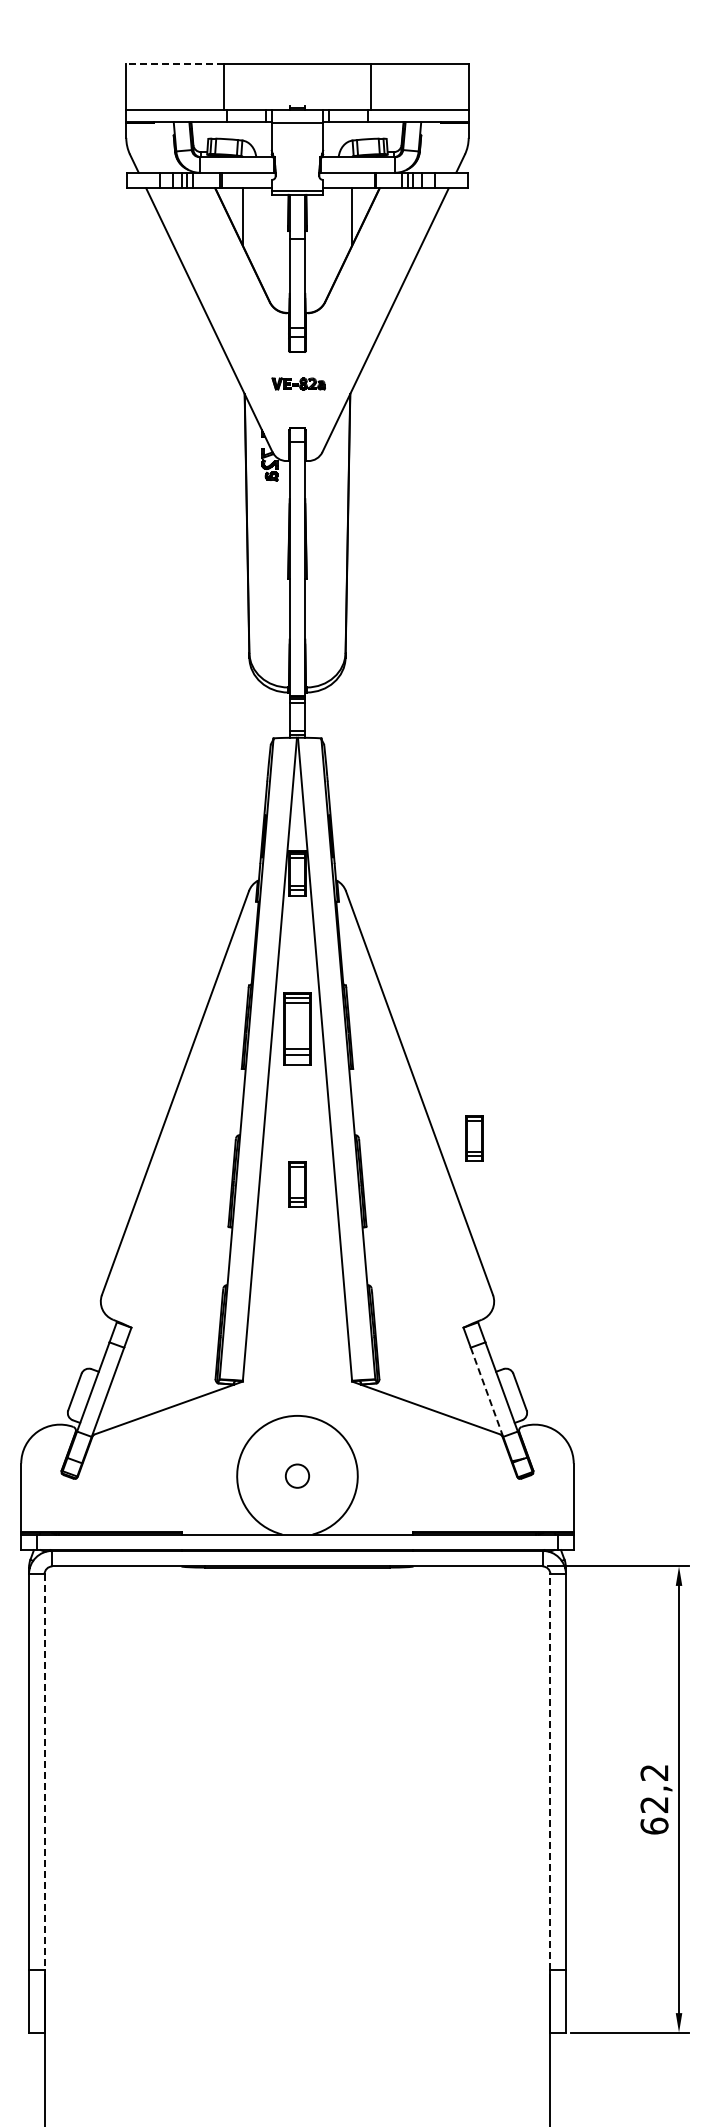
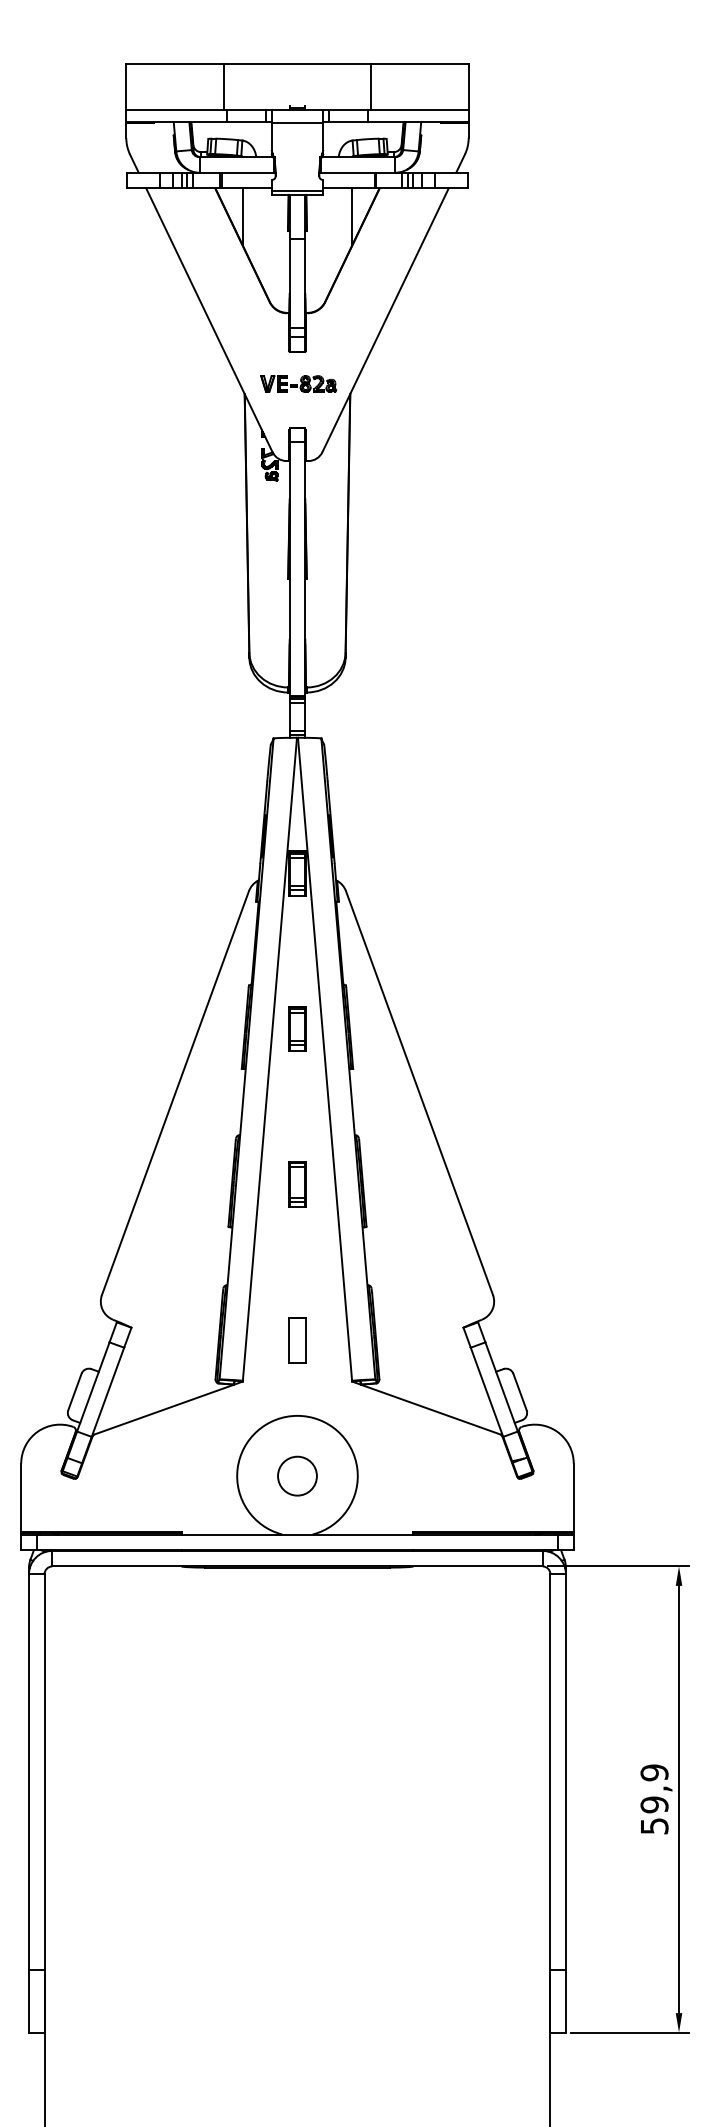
line at (174, 63): dashed -> solid
part at (298, 383) size: 55x14 px -> 78x18 px
part at (297, 1028) size: 29x74 px -> 19x46 px
part at (474, 1138): present -> none
part at (297, 1340): none -> present
line at (487, 1392): dashed -> solid
circle at (297, 1475) diameter: 23 px -> 39 px
line at (550, 1771): dashed -> solid
line at (44, 1772): dashed -> solid
text at (654, 1799): 62,2 -> 59,9
